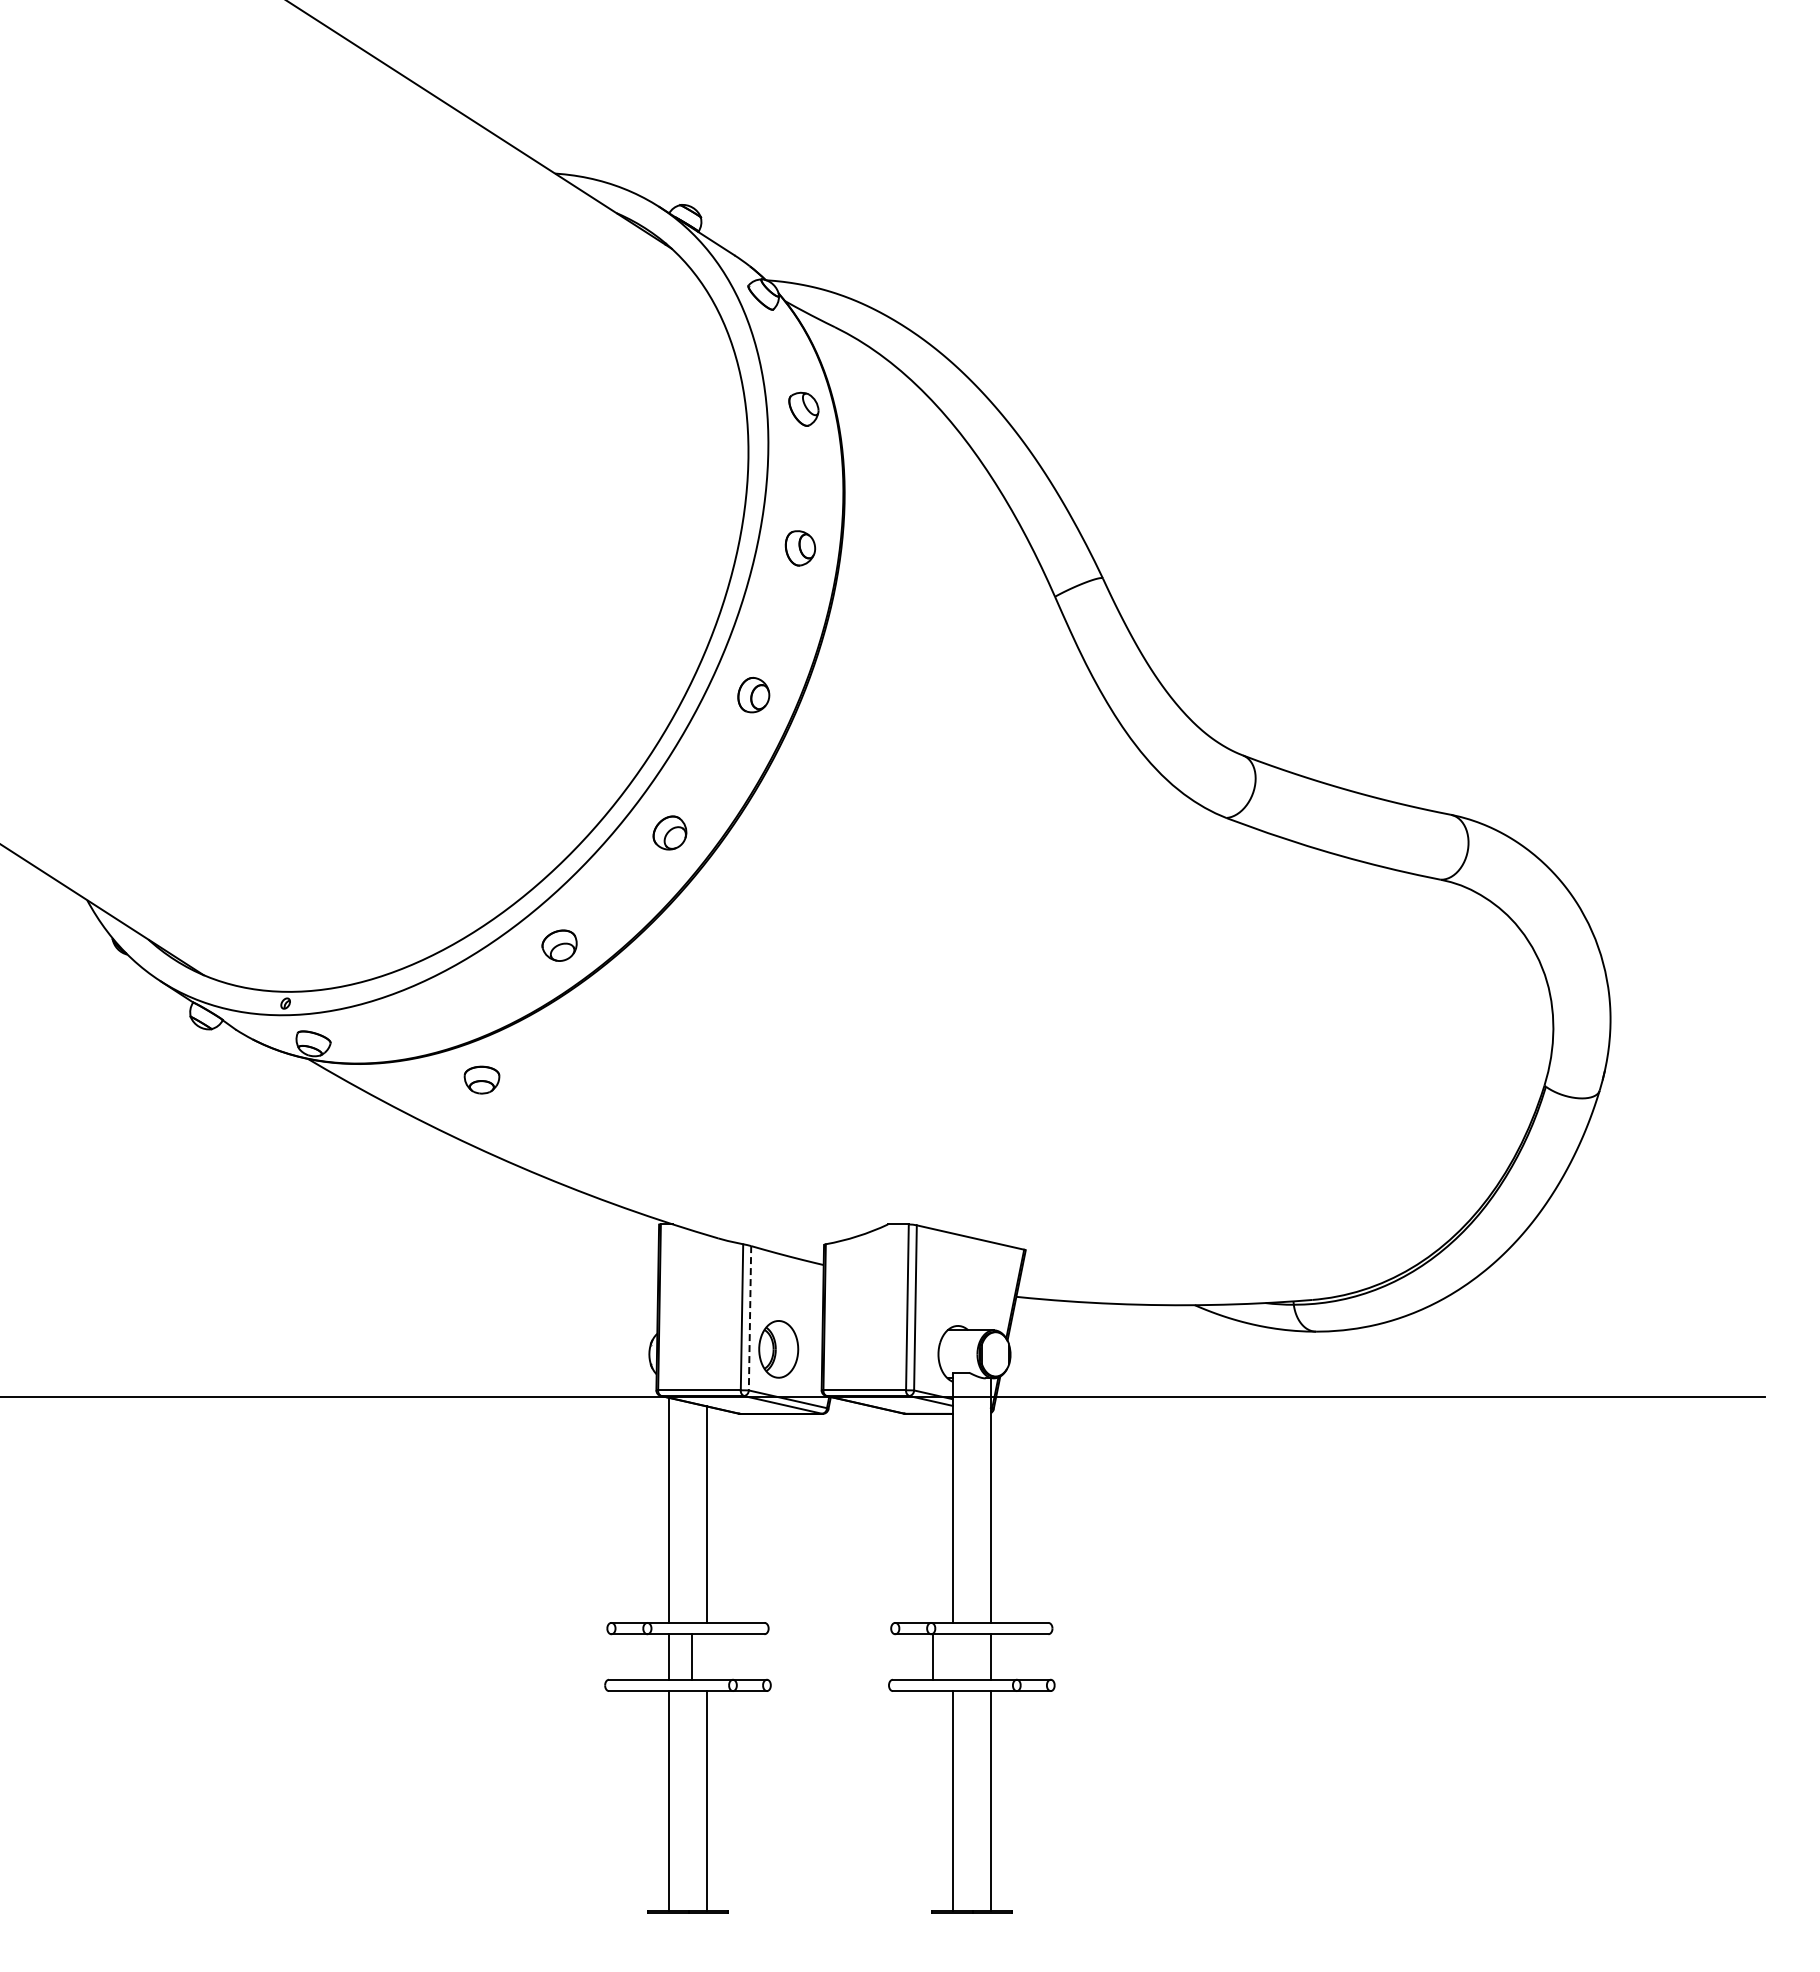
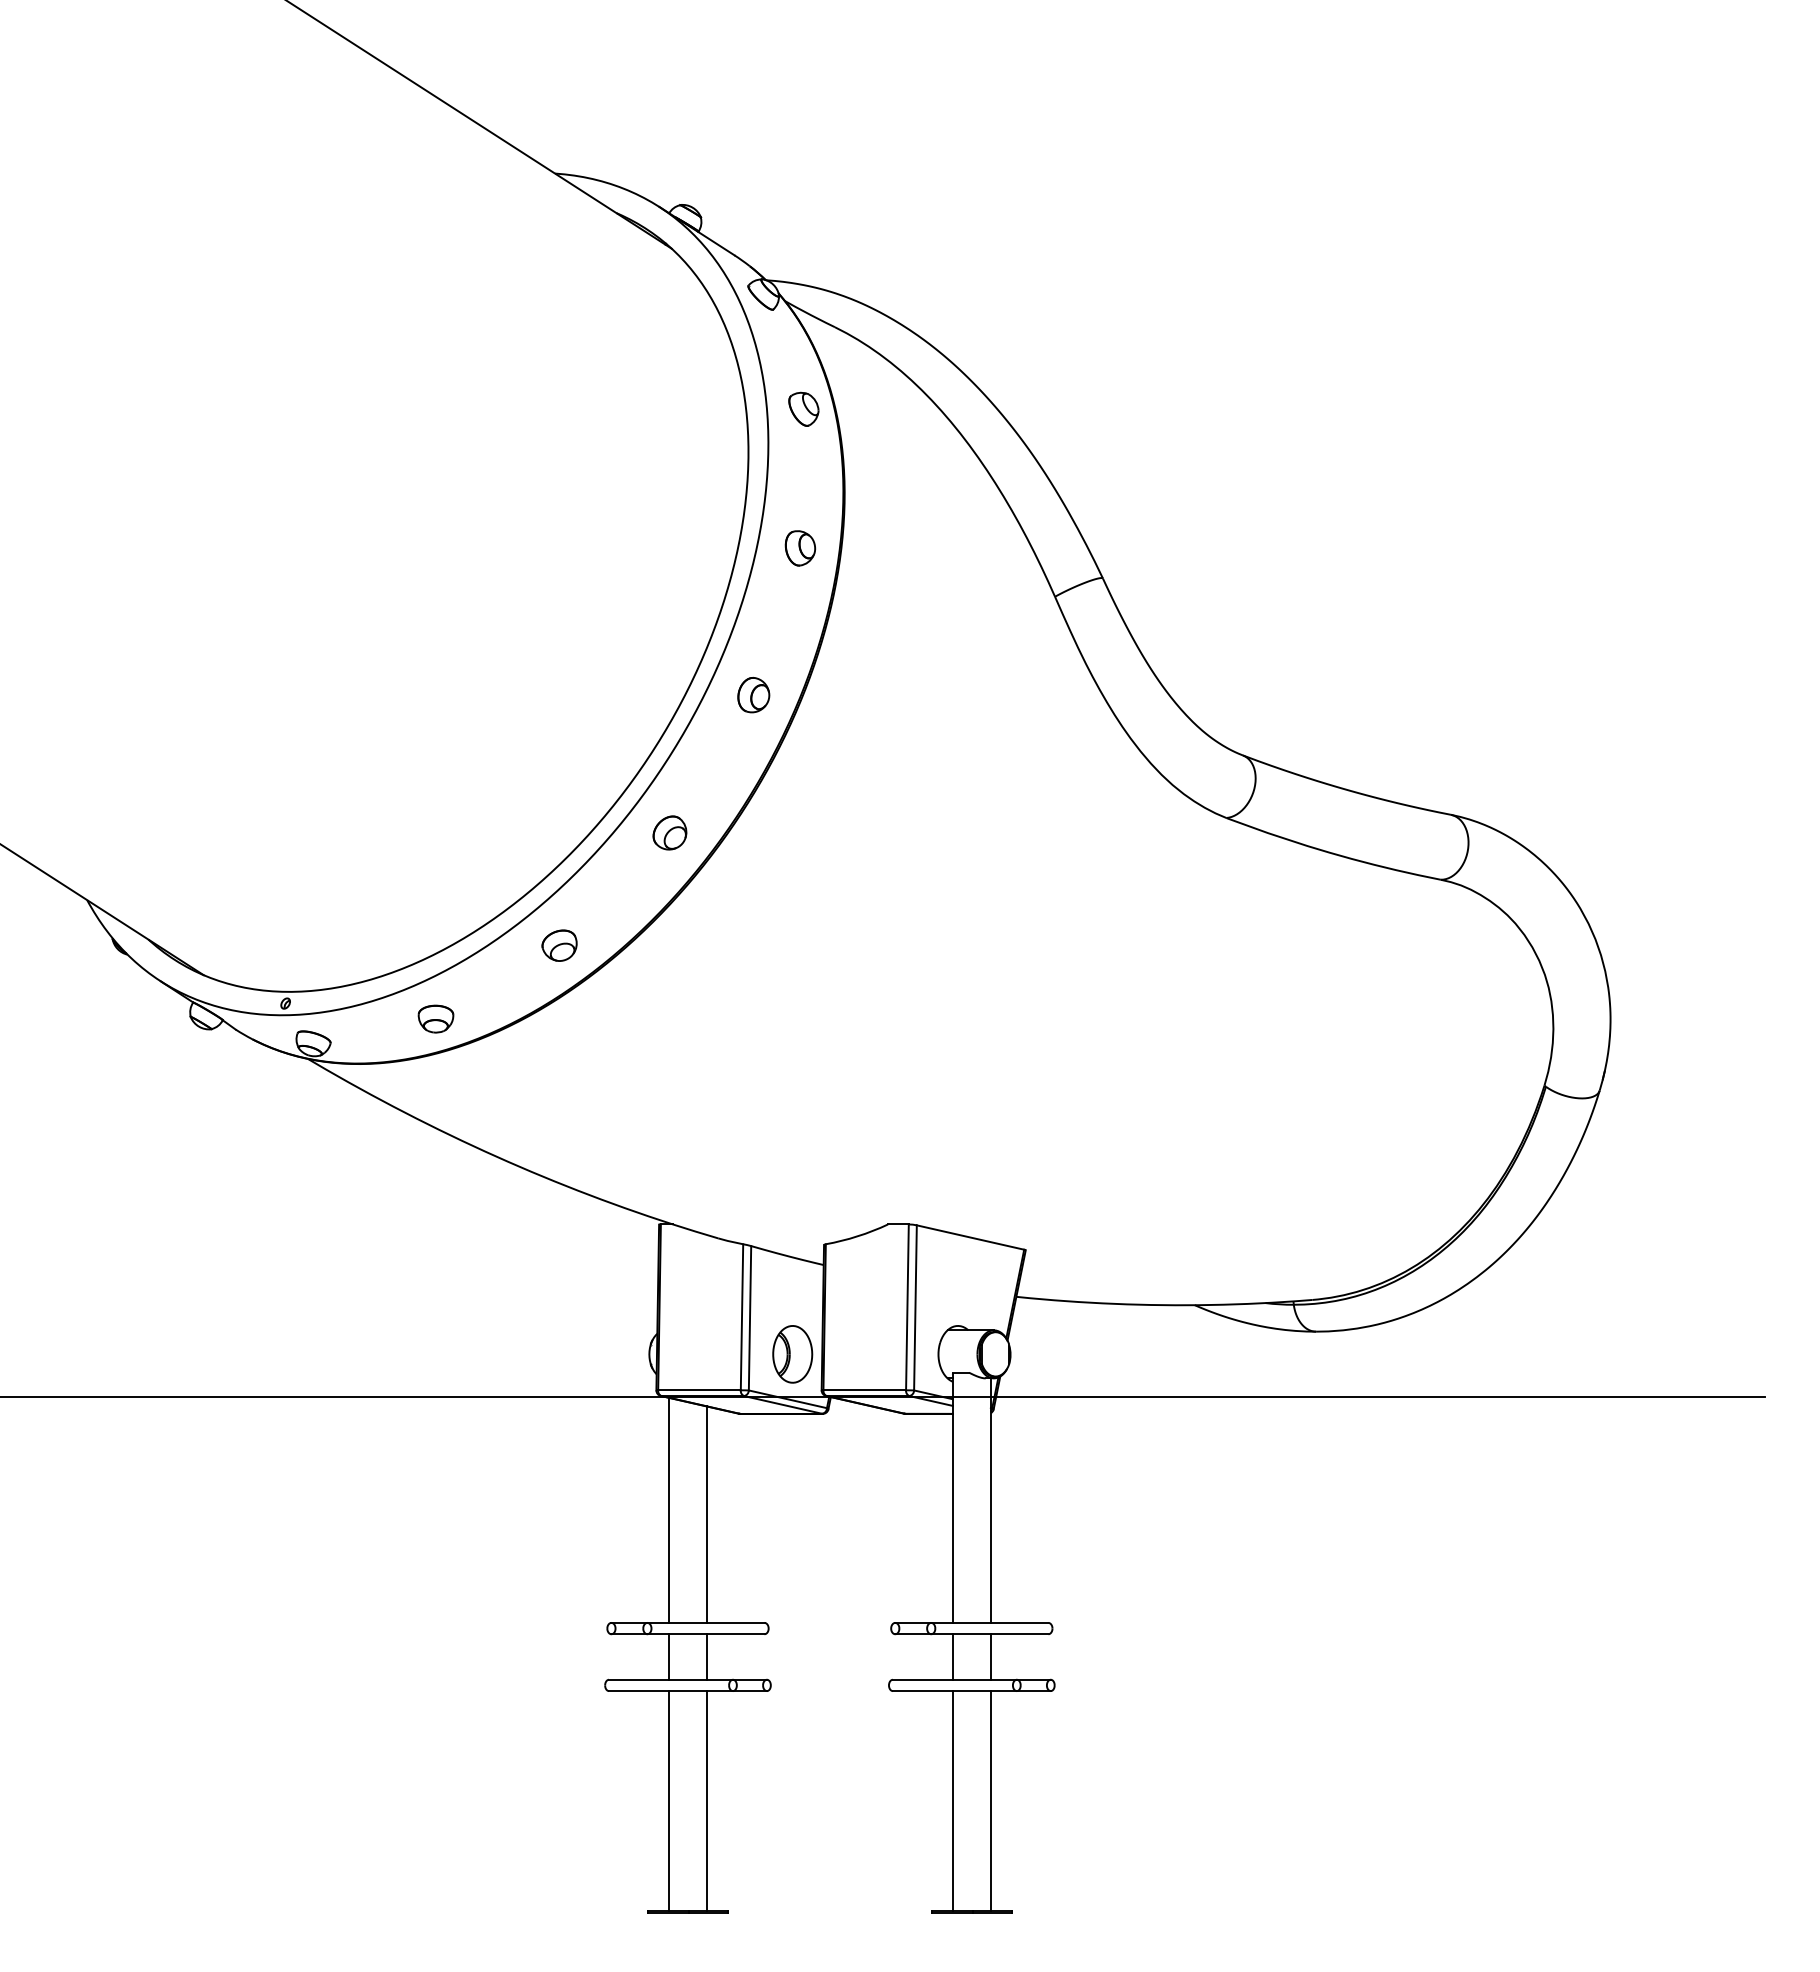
part at (481, 1079) position: (481, 1079) -> (435, 1018)
line at (750, 1318): dashed -> solid
part at (778, 1349) position: (778, 1349) -> (792, 1354)
line at (692, 1656) position: (692, 1656) -> (707, 1656)
line at (932, 1656) position: (932, 1656) -> (952, 1656)
